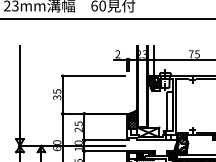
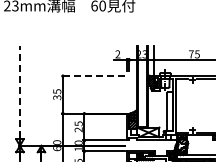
line at (107, 19): present -> none
line at (93, 76): solid -> dashed
line at (19, 91): solid -> dashed
